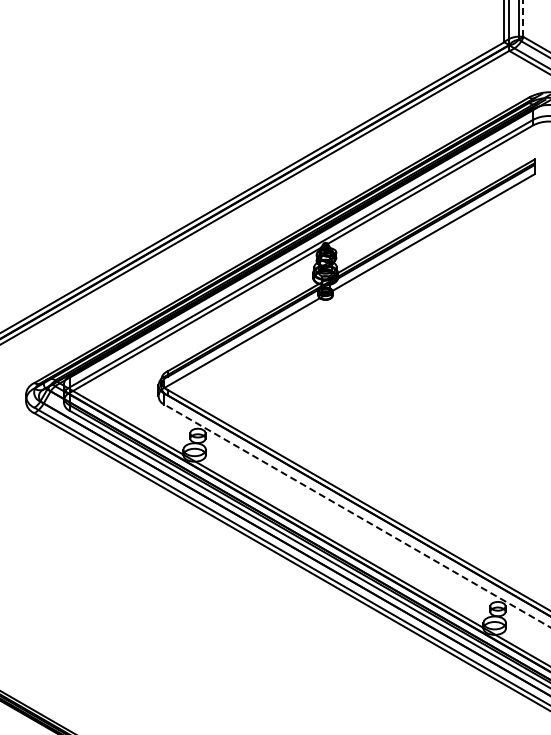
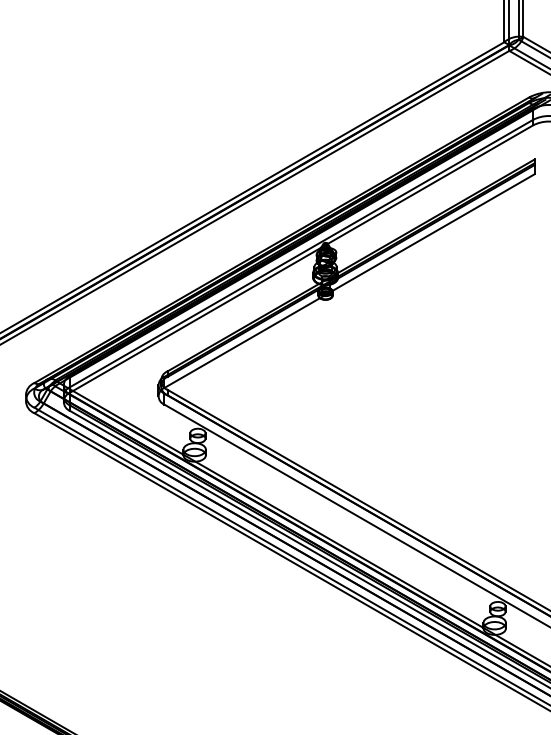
line at (523, 18): dashed -> solid
line at (357, 516): dashed -> solid
